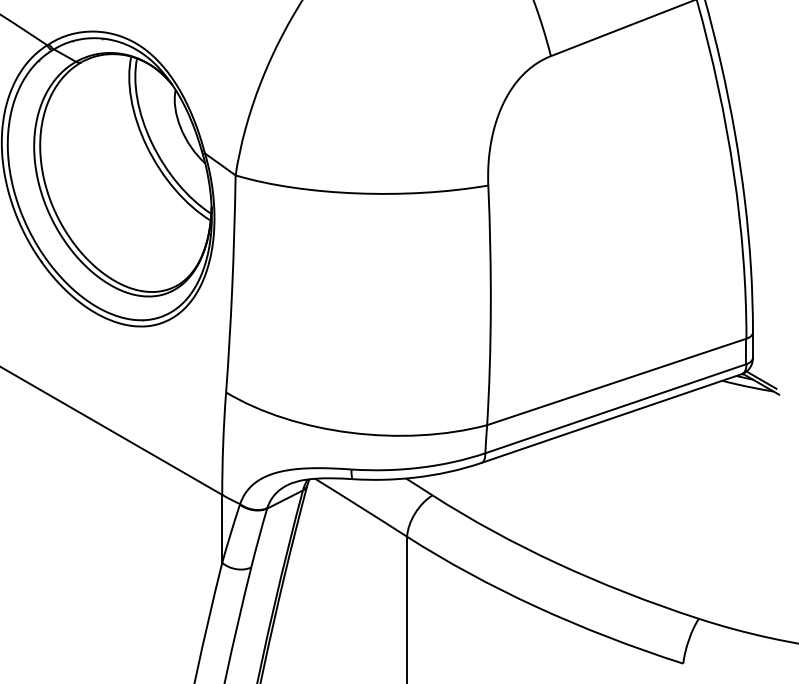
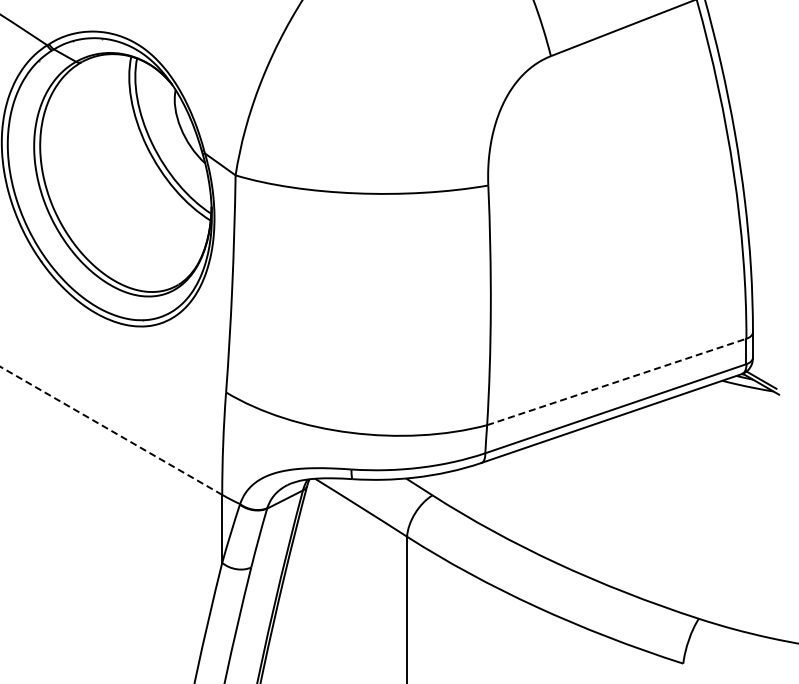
line at (616, 381): solid -> dashed
line at (111, 430): solid -> dashed
